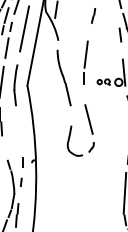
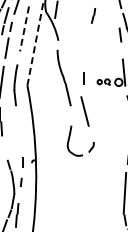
line at (24, 28): solid -> dashed
line at (35, 42): solid -> dashed
line at (85, 54): present -> none
line at (88, 119) position: (88, 119) -> (84, 111)
